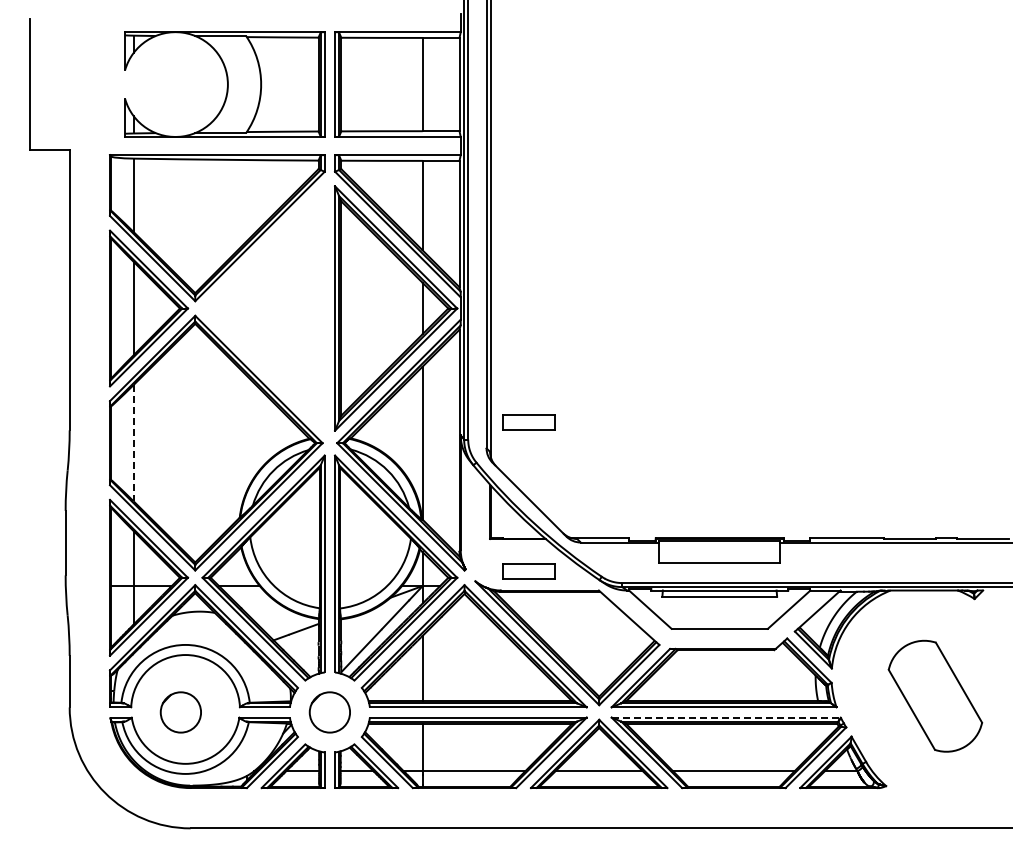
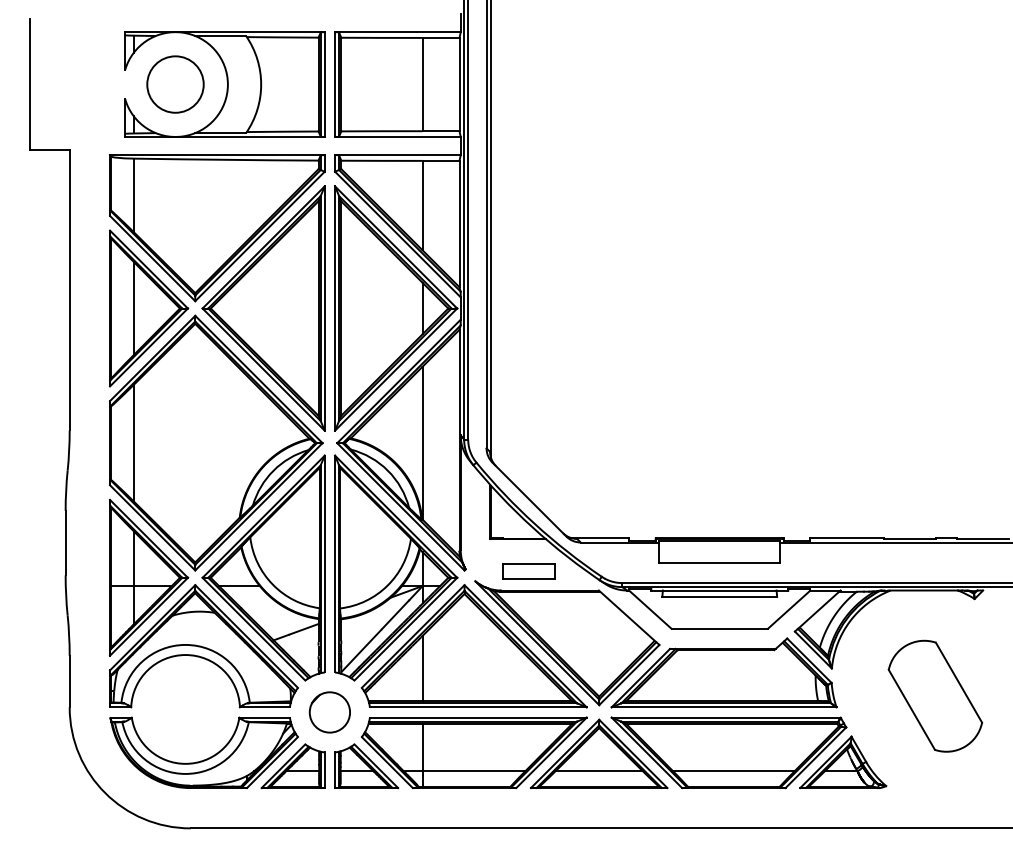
circle at (175, 84): none -> present
part at (263, 308): none -> present
part at (528, 422): present -> none
line at (133, 443): dashed -> solid
circle at (180, 712): present -> none
line at (726, 717): dashed -> solid
